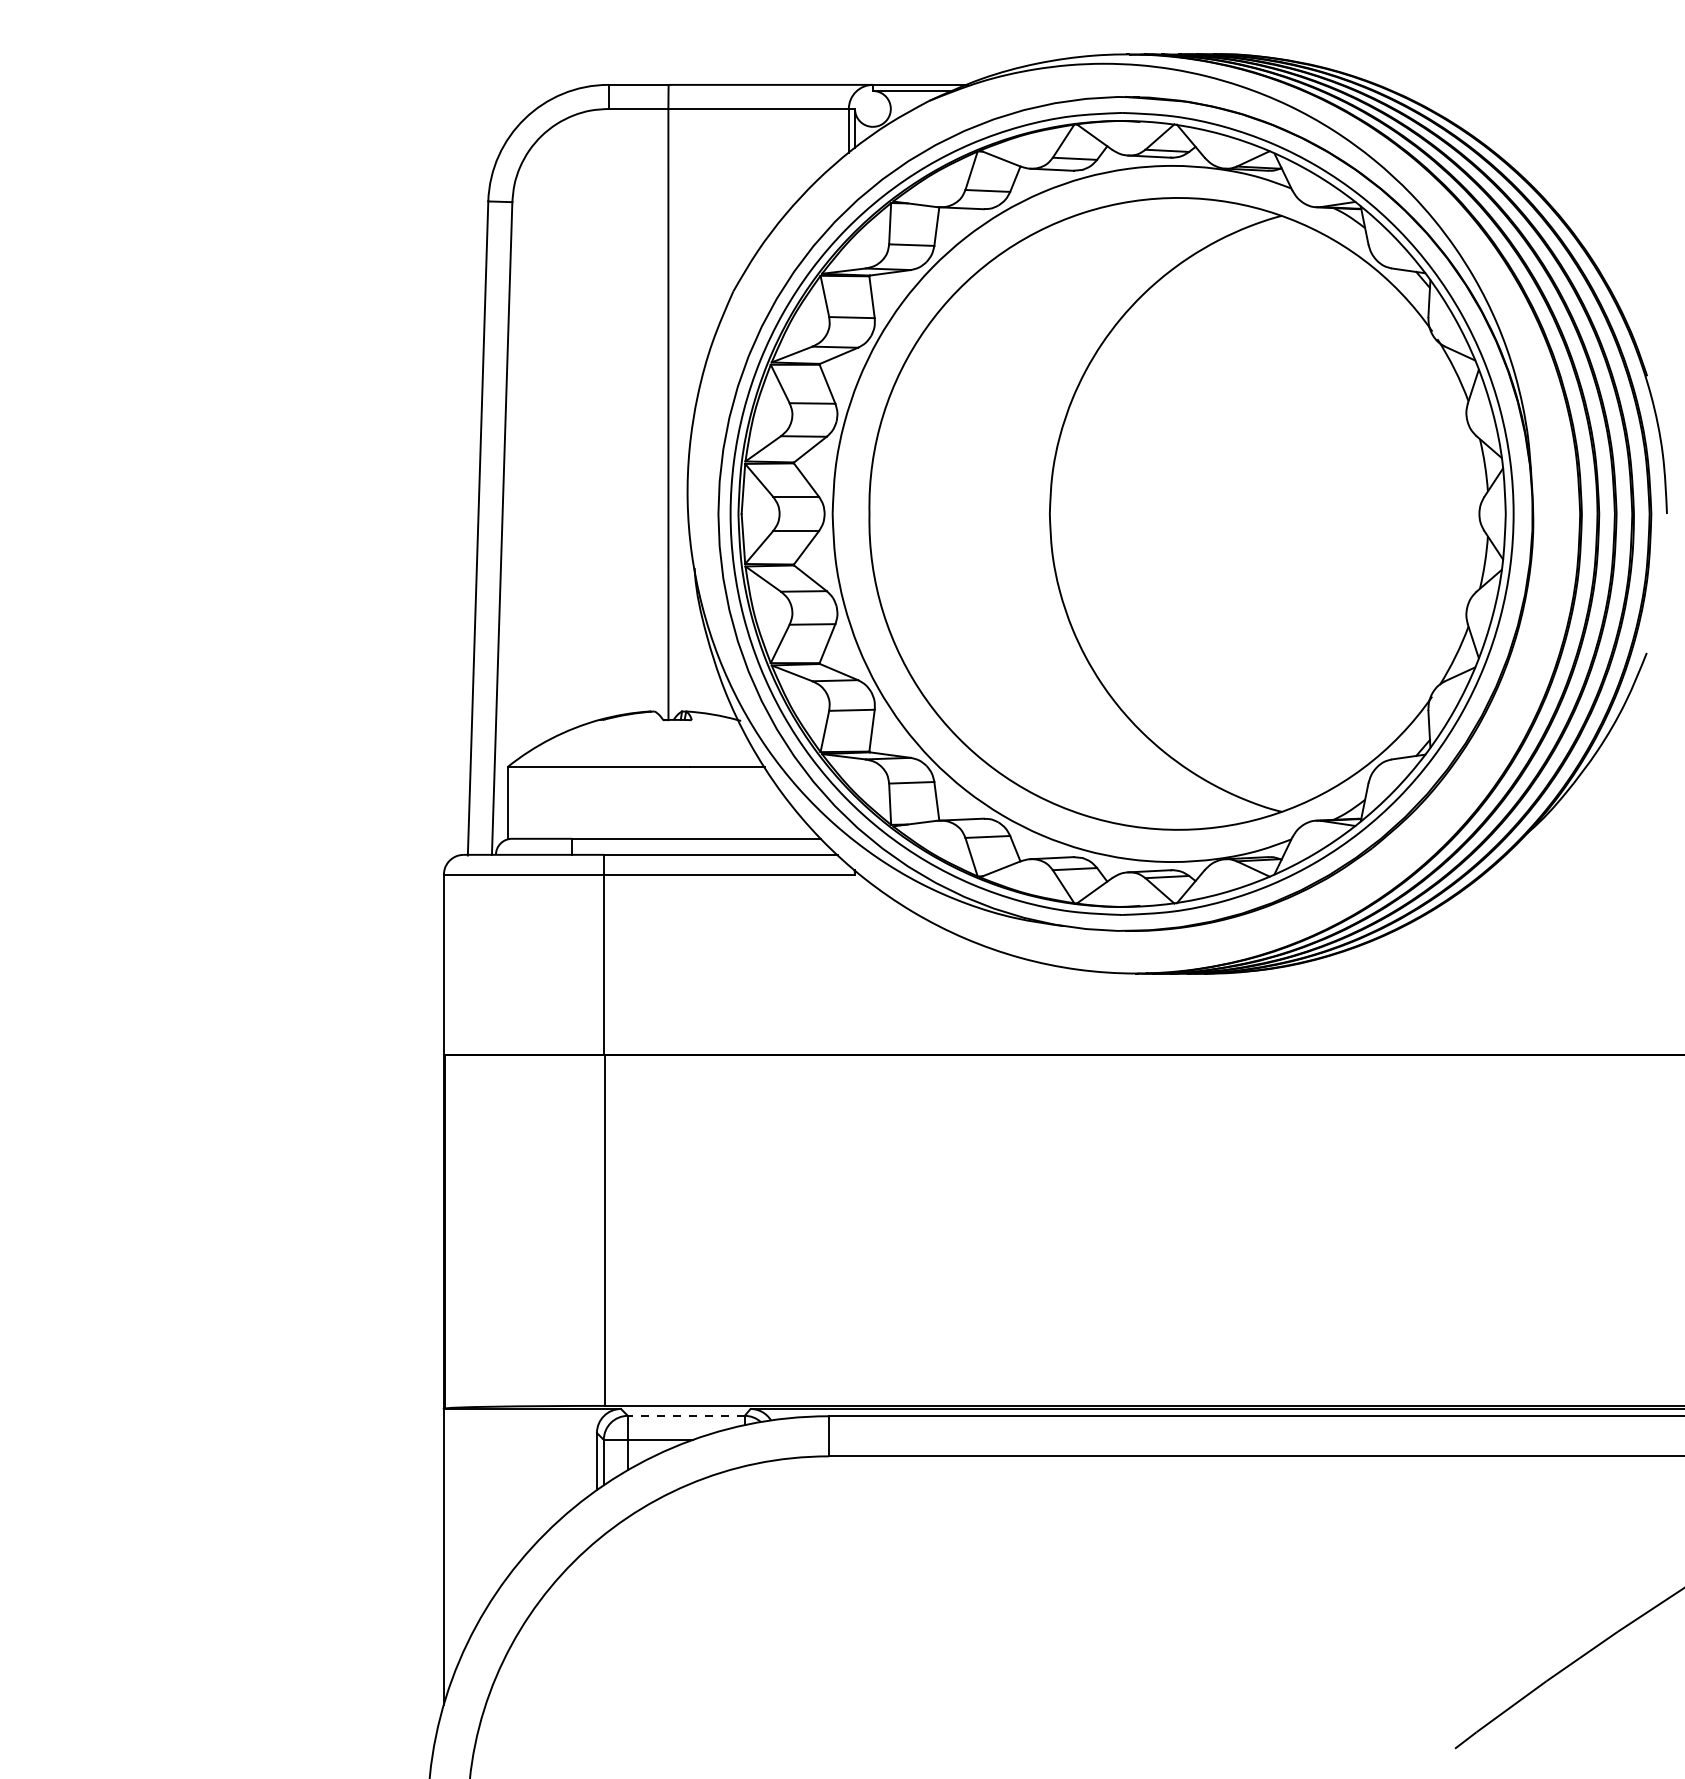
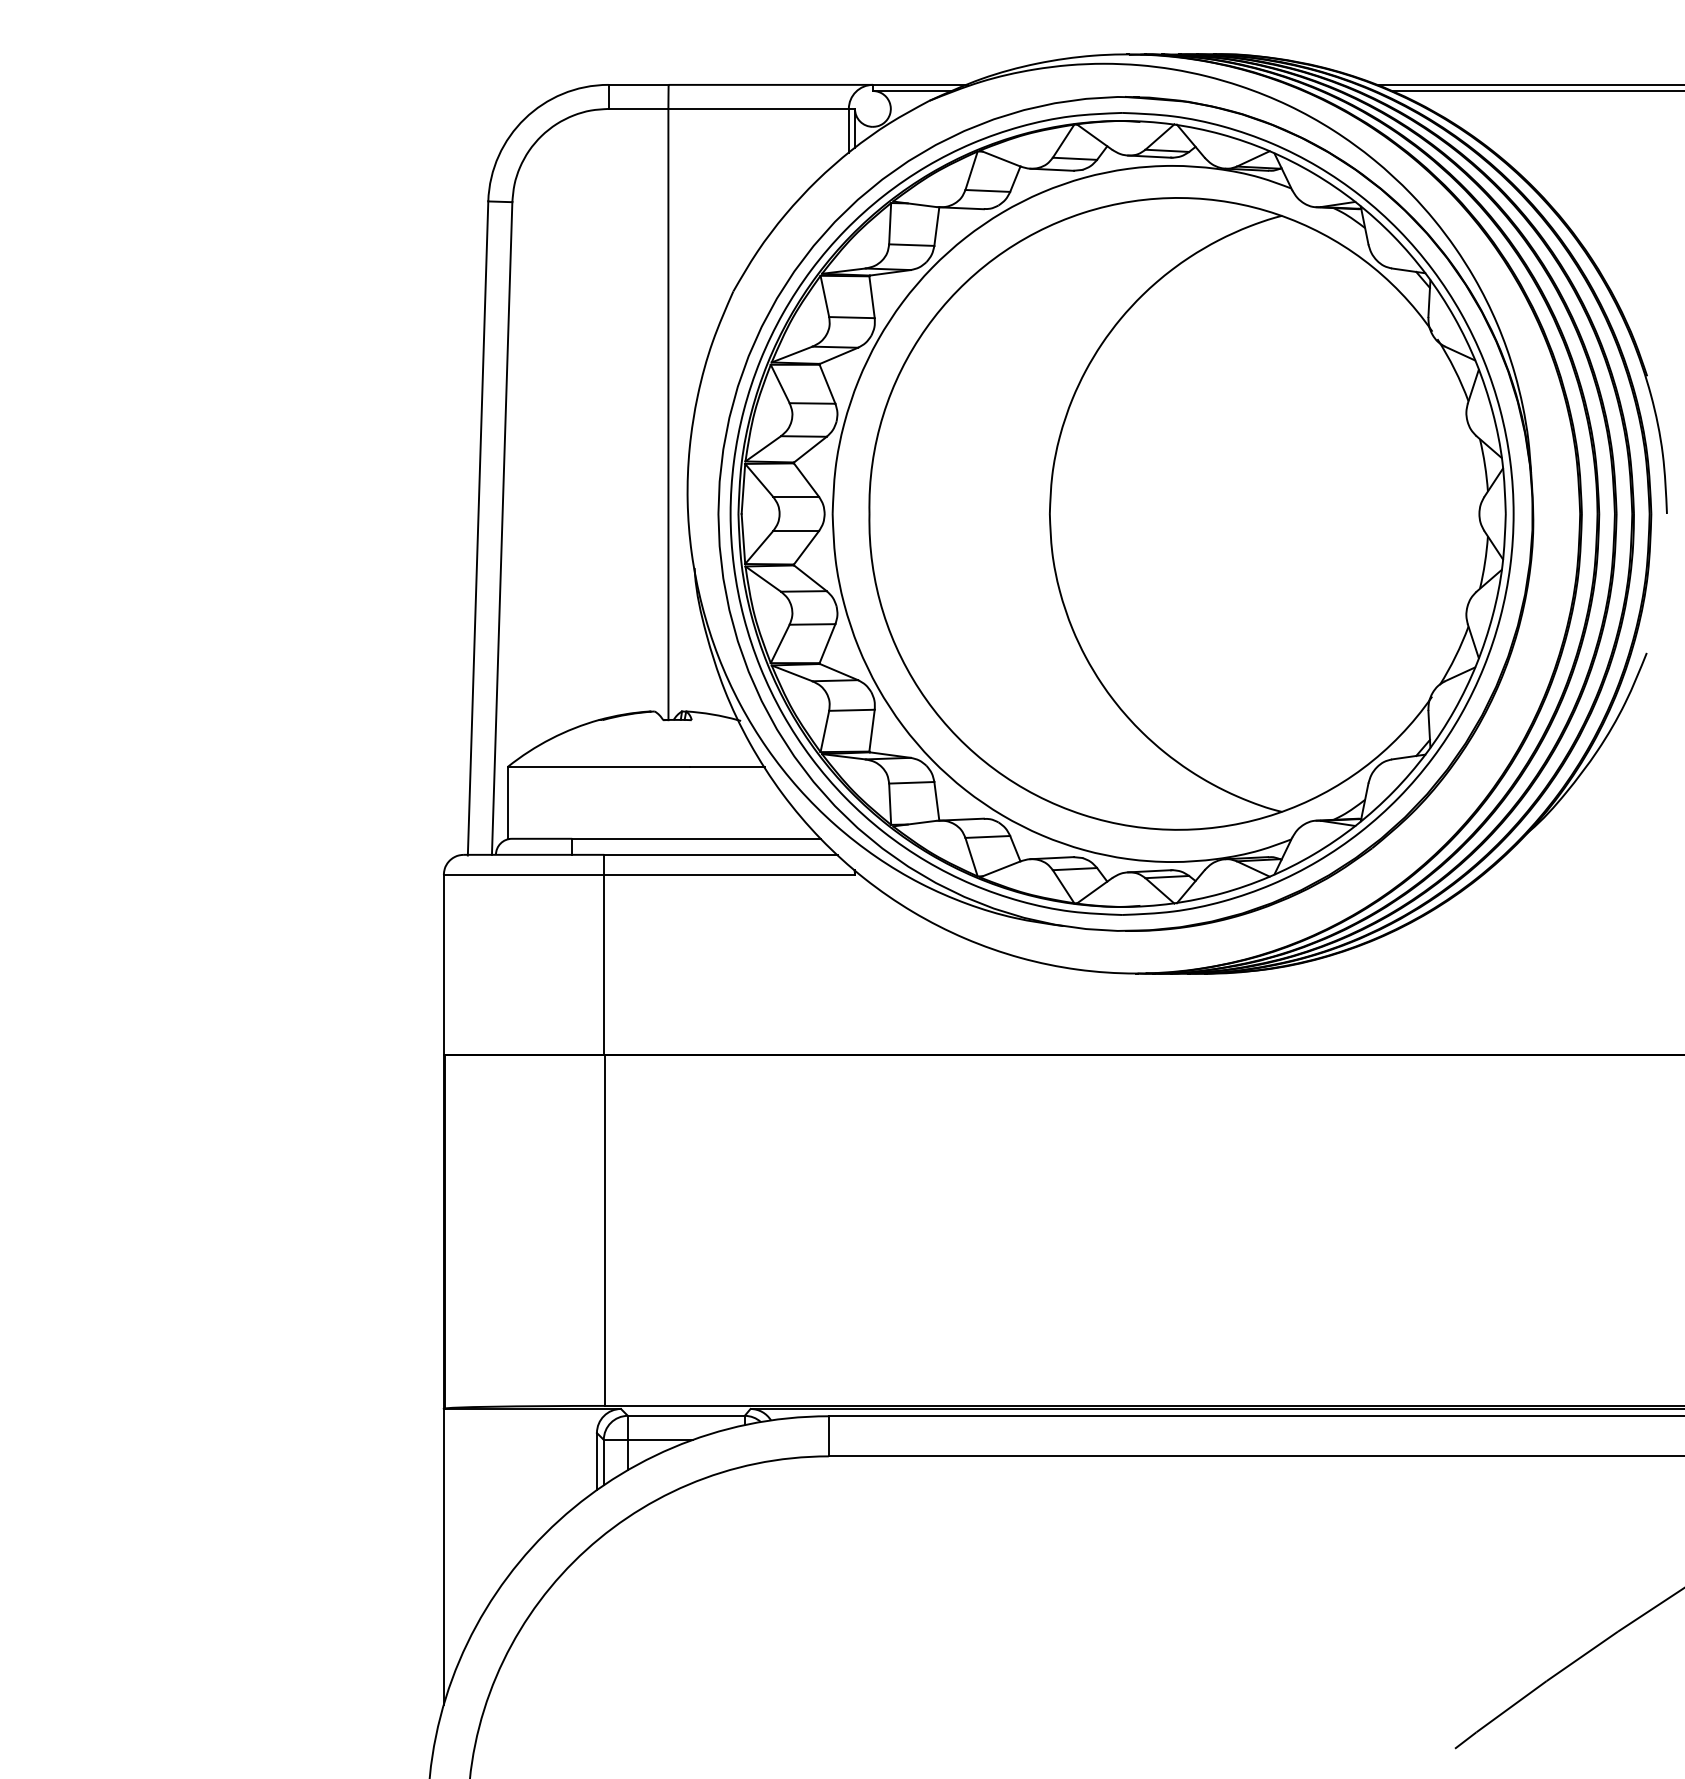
line at (1528, 84): none -> present
line at (1535, 91): none -> present
line at (685, 1415): dashed -> solid
